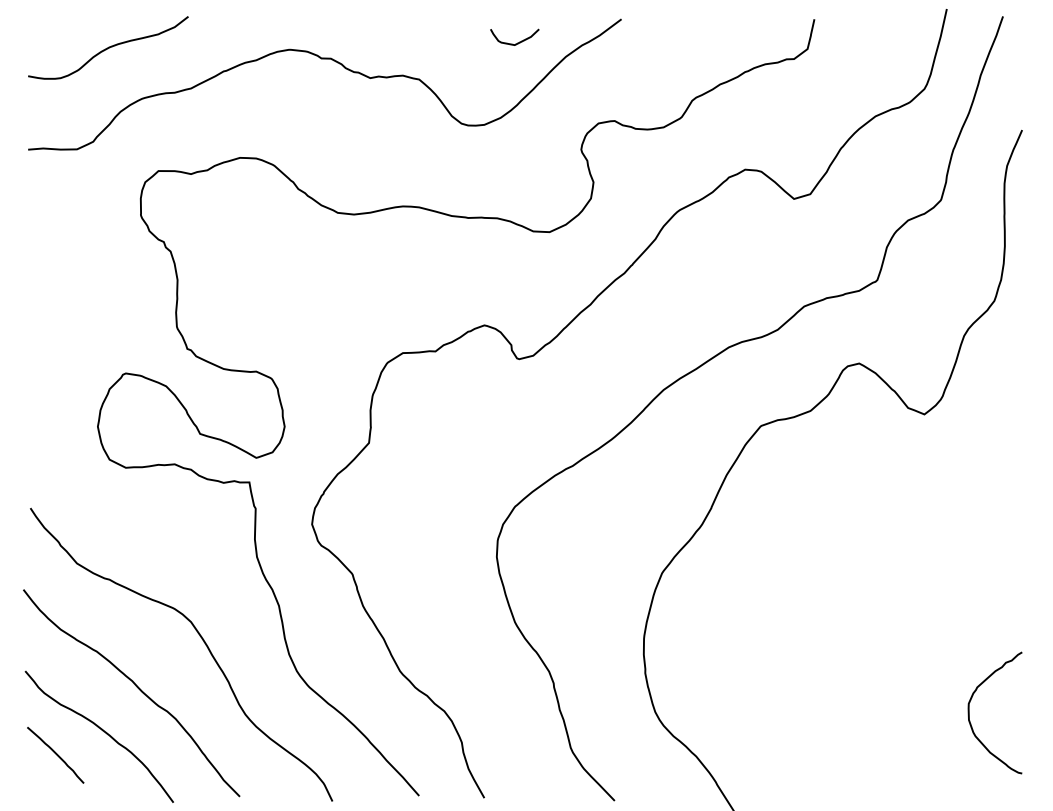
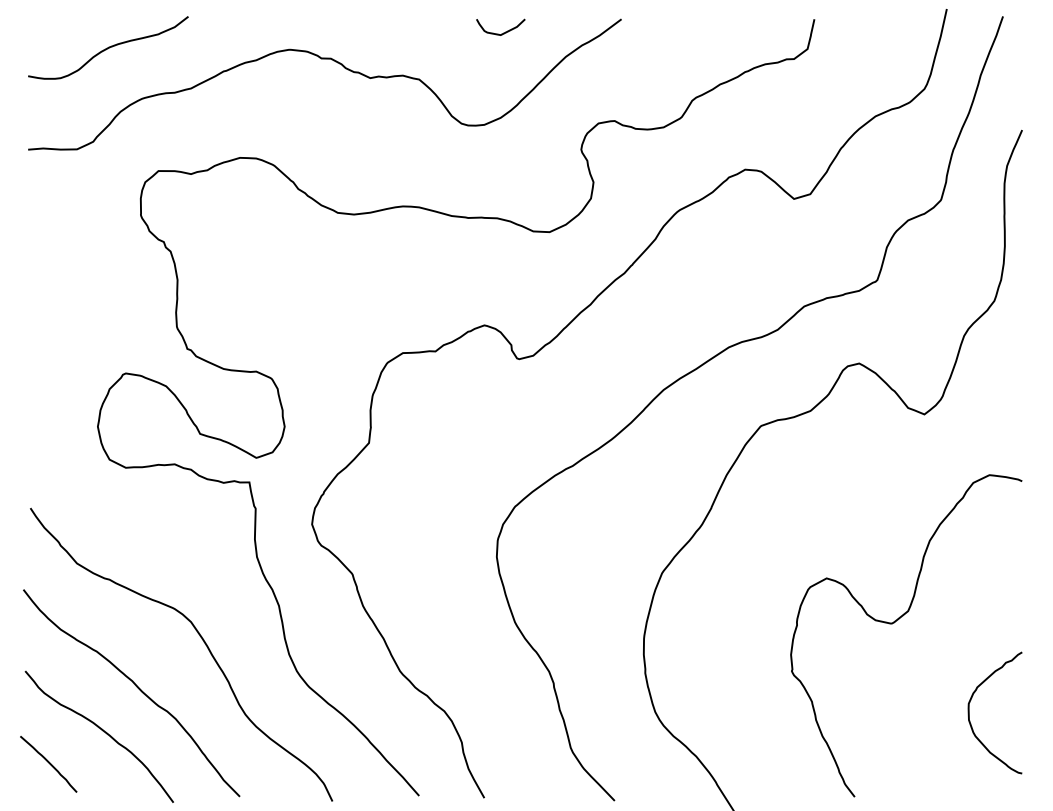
curve at (517, 42) position: (517, 42) -> (503, 32)
curve at (894, 623): none -> present
curve at (55, 754) position: (55, 754) -> (48, 763)
